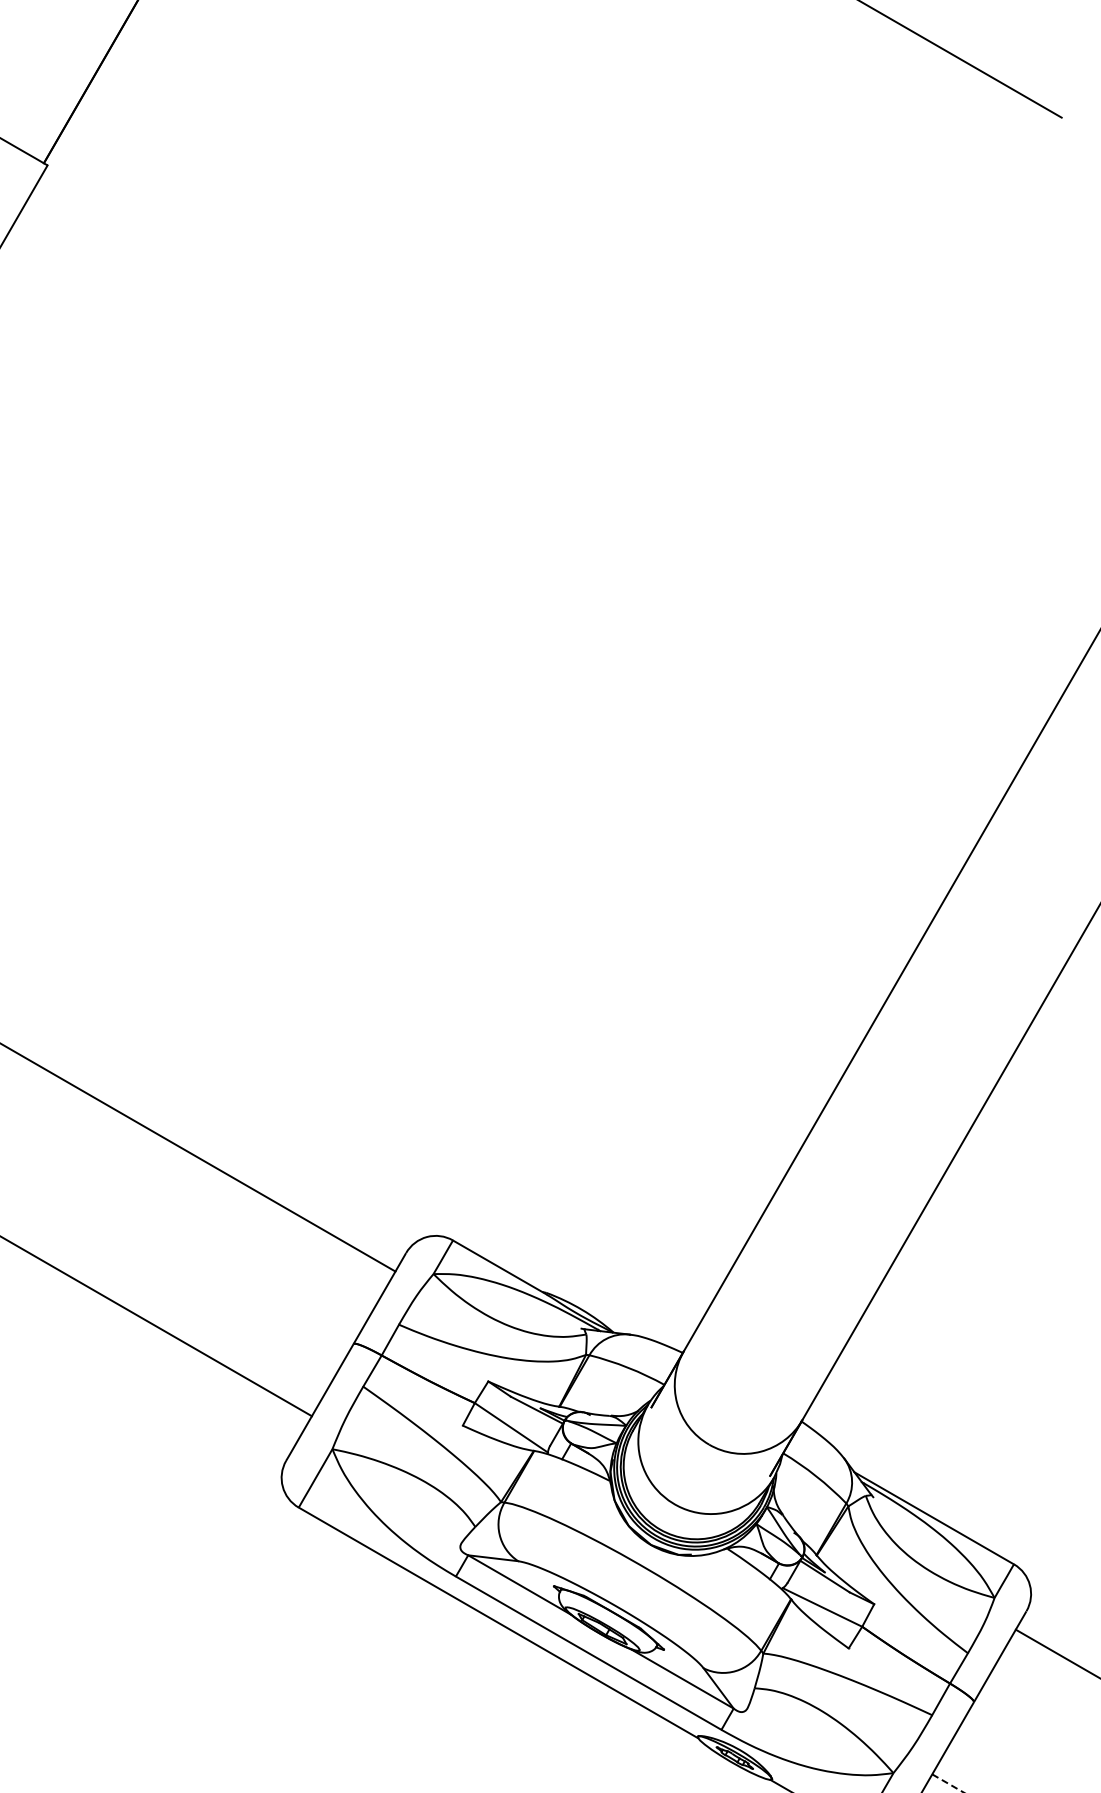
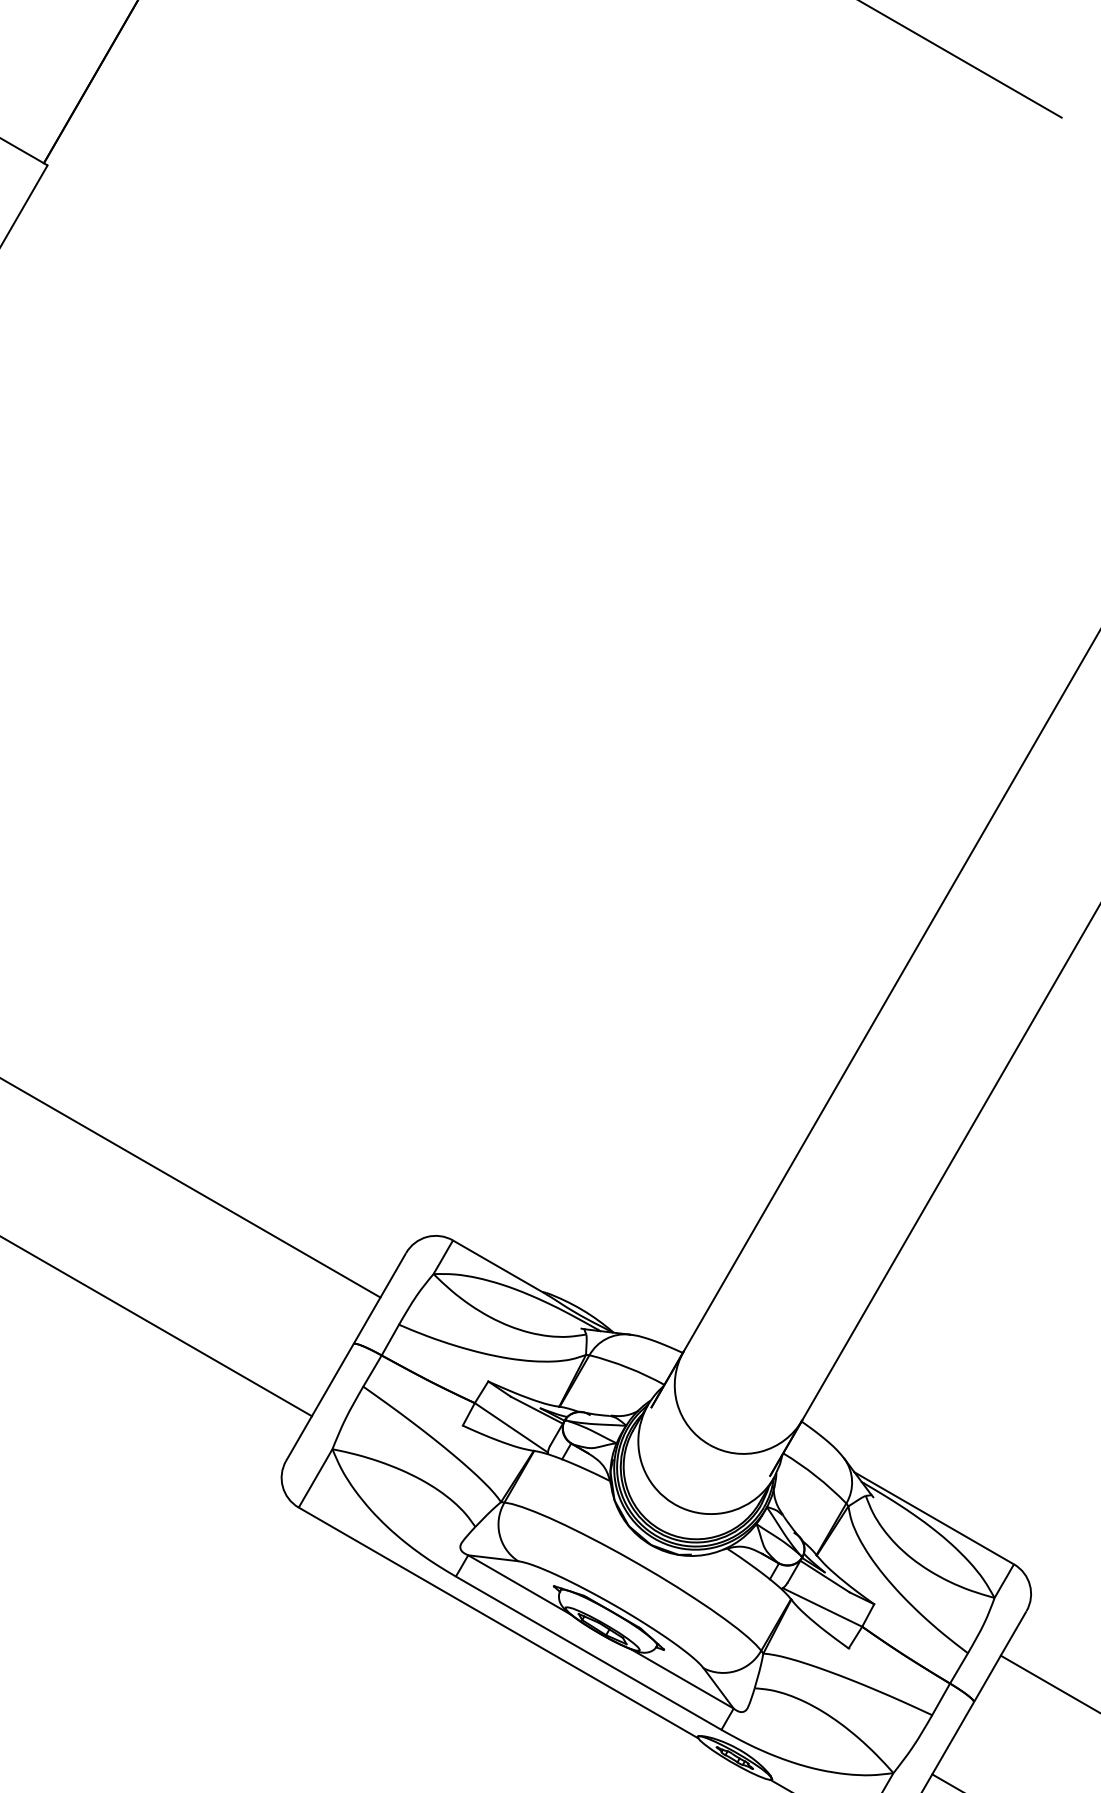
line at (198, 1157) position: (198, 1157) -> (191, 1188)
line at (1056, 1652) position: (1056, 1652) -> (1048, 1683)
line at (948, 1783): dashed -> solid
